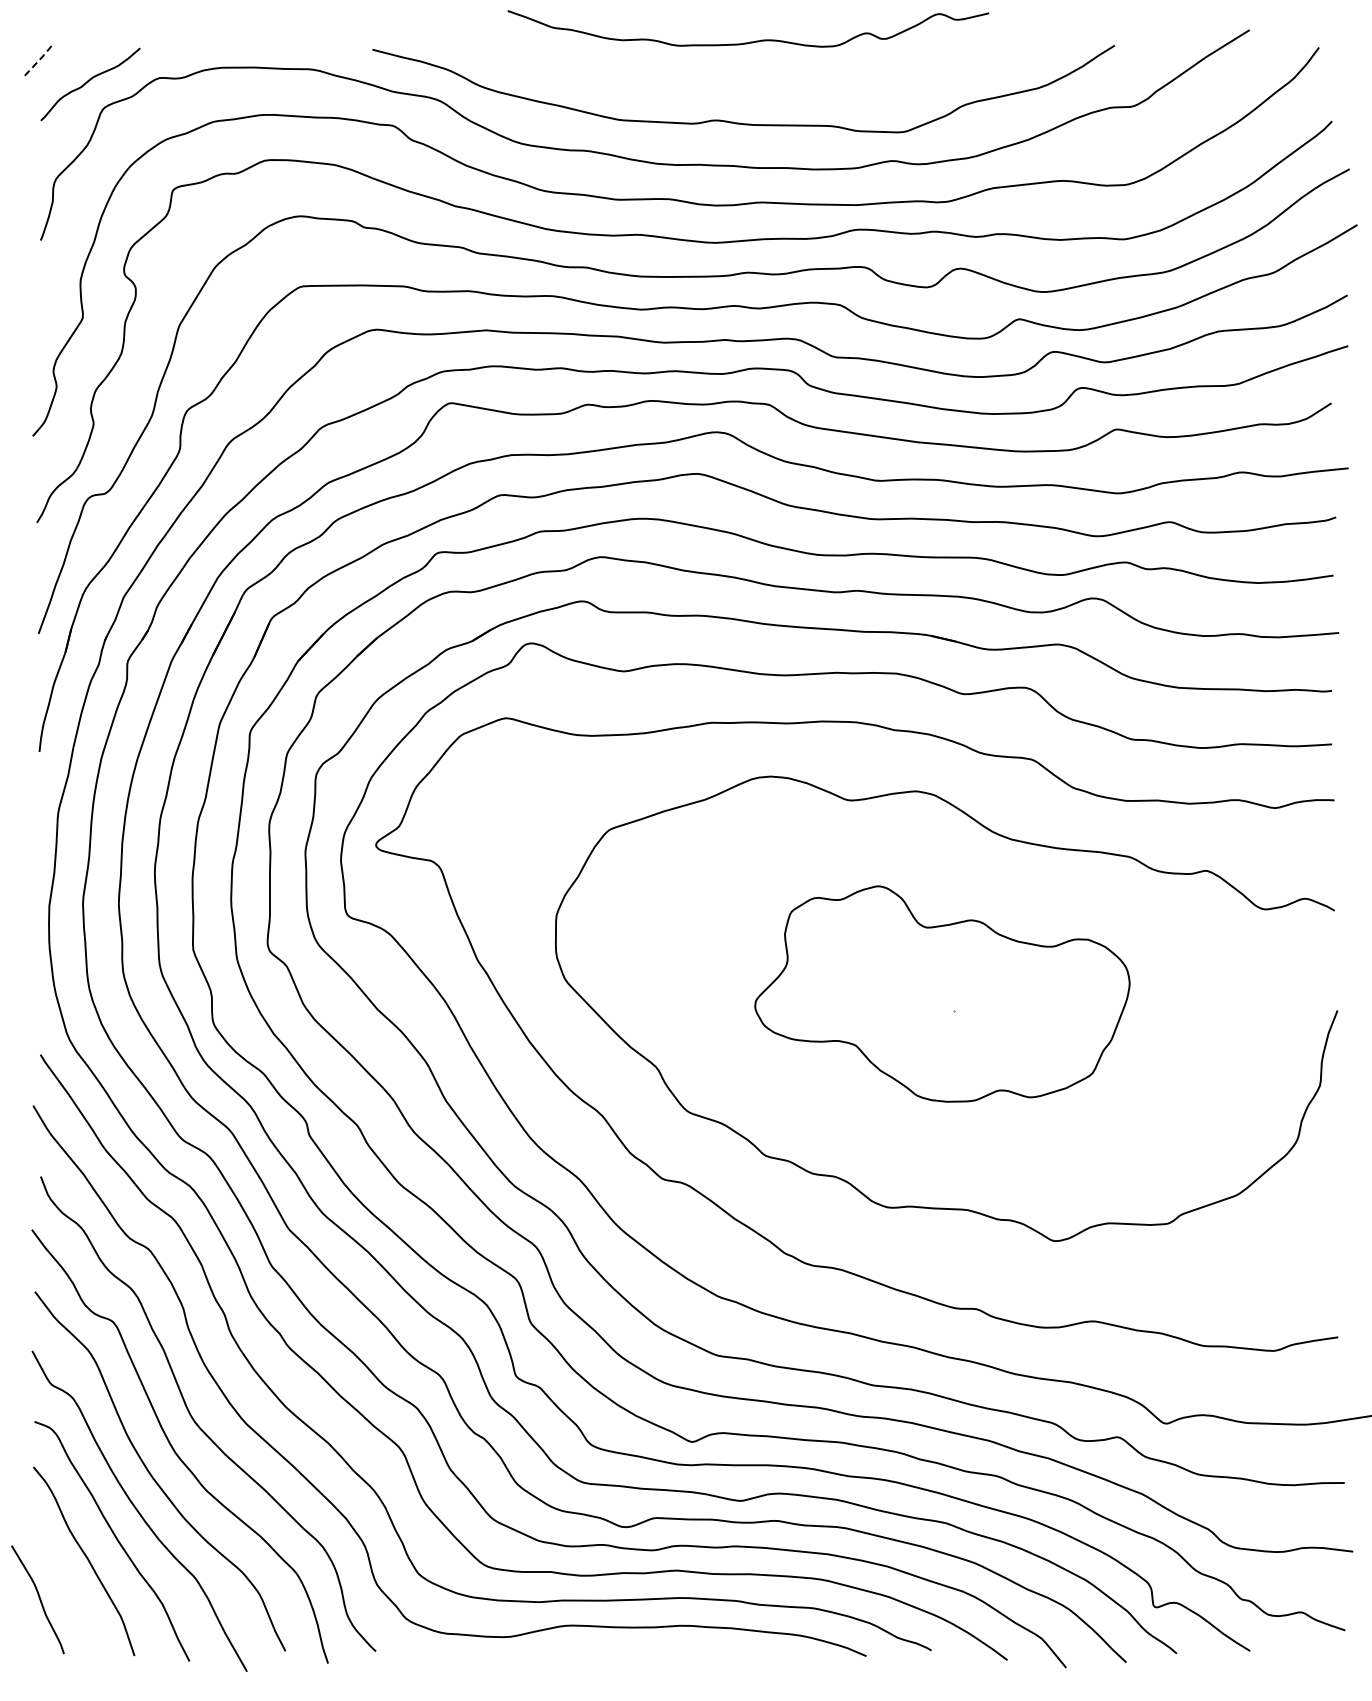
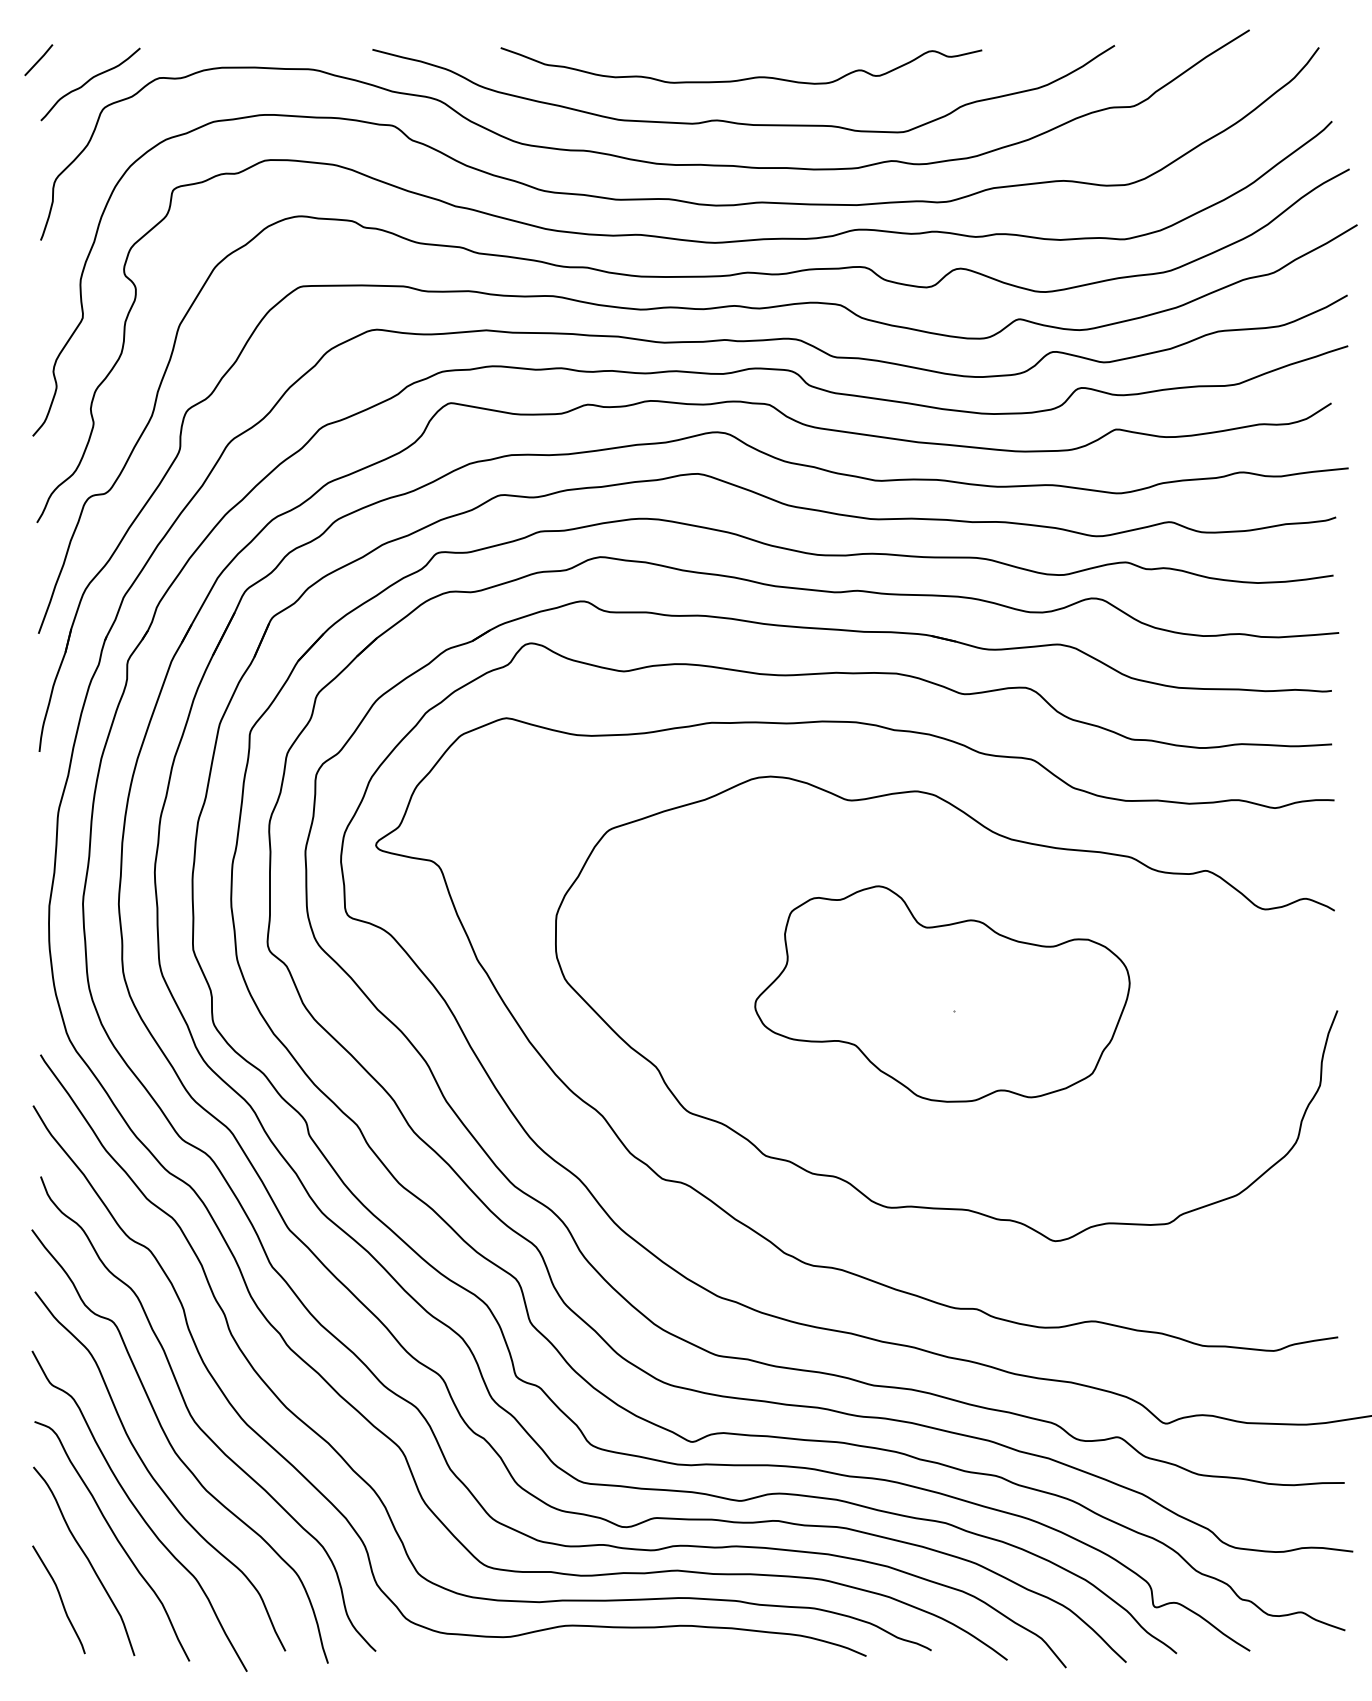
curve at (750, 41) position: (750, 41) -> (743, 78)
line at (39, 60): dashed -> solid
curve at (39, 1599) position: (39, 1599) -> (60, 1599)
